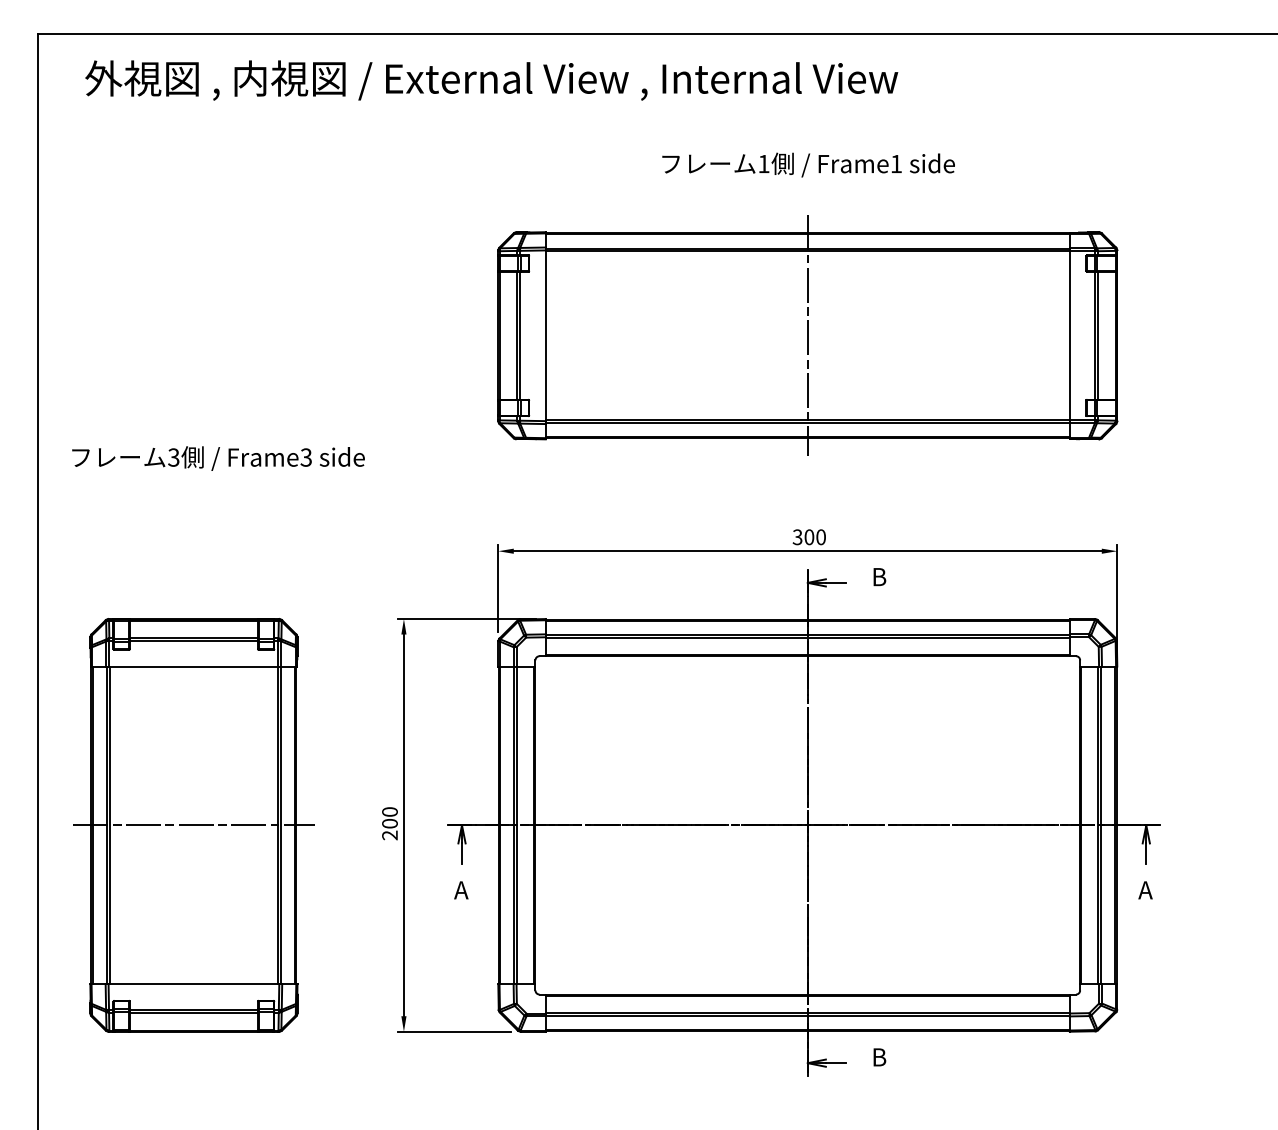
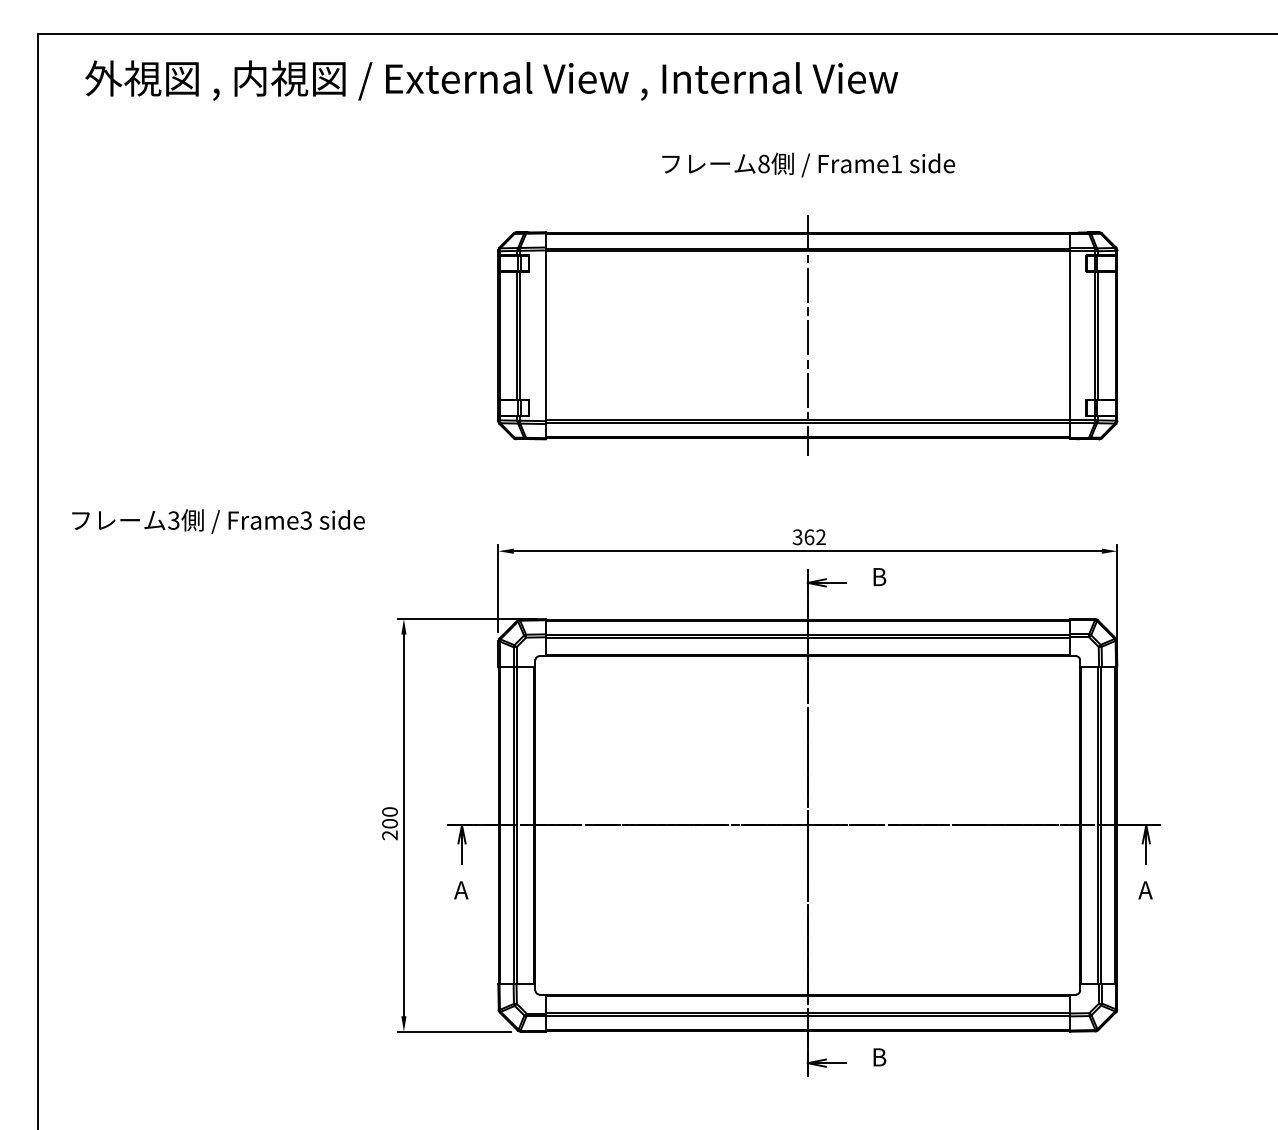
text at (763, 163): 1 -> 8
text at (218, 458) position: (218, 458) -> (218, 521)
text at (814, 537): 300 -> 362
part at (193, 825): present -> none
